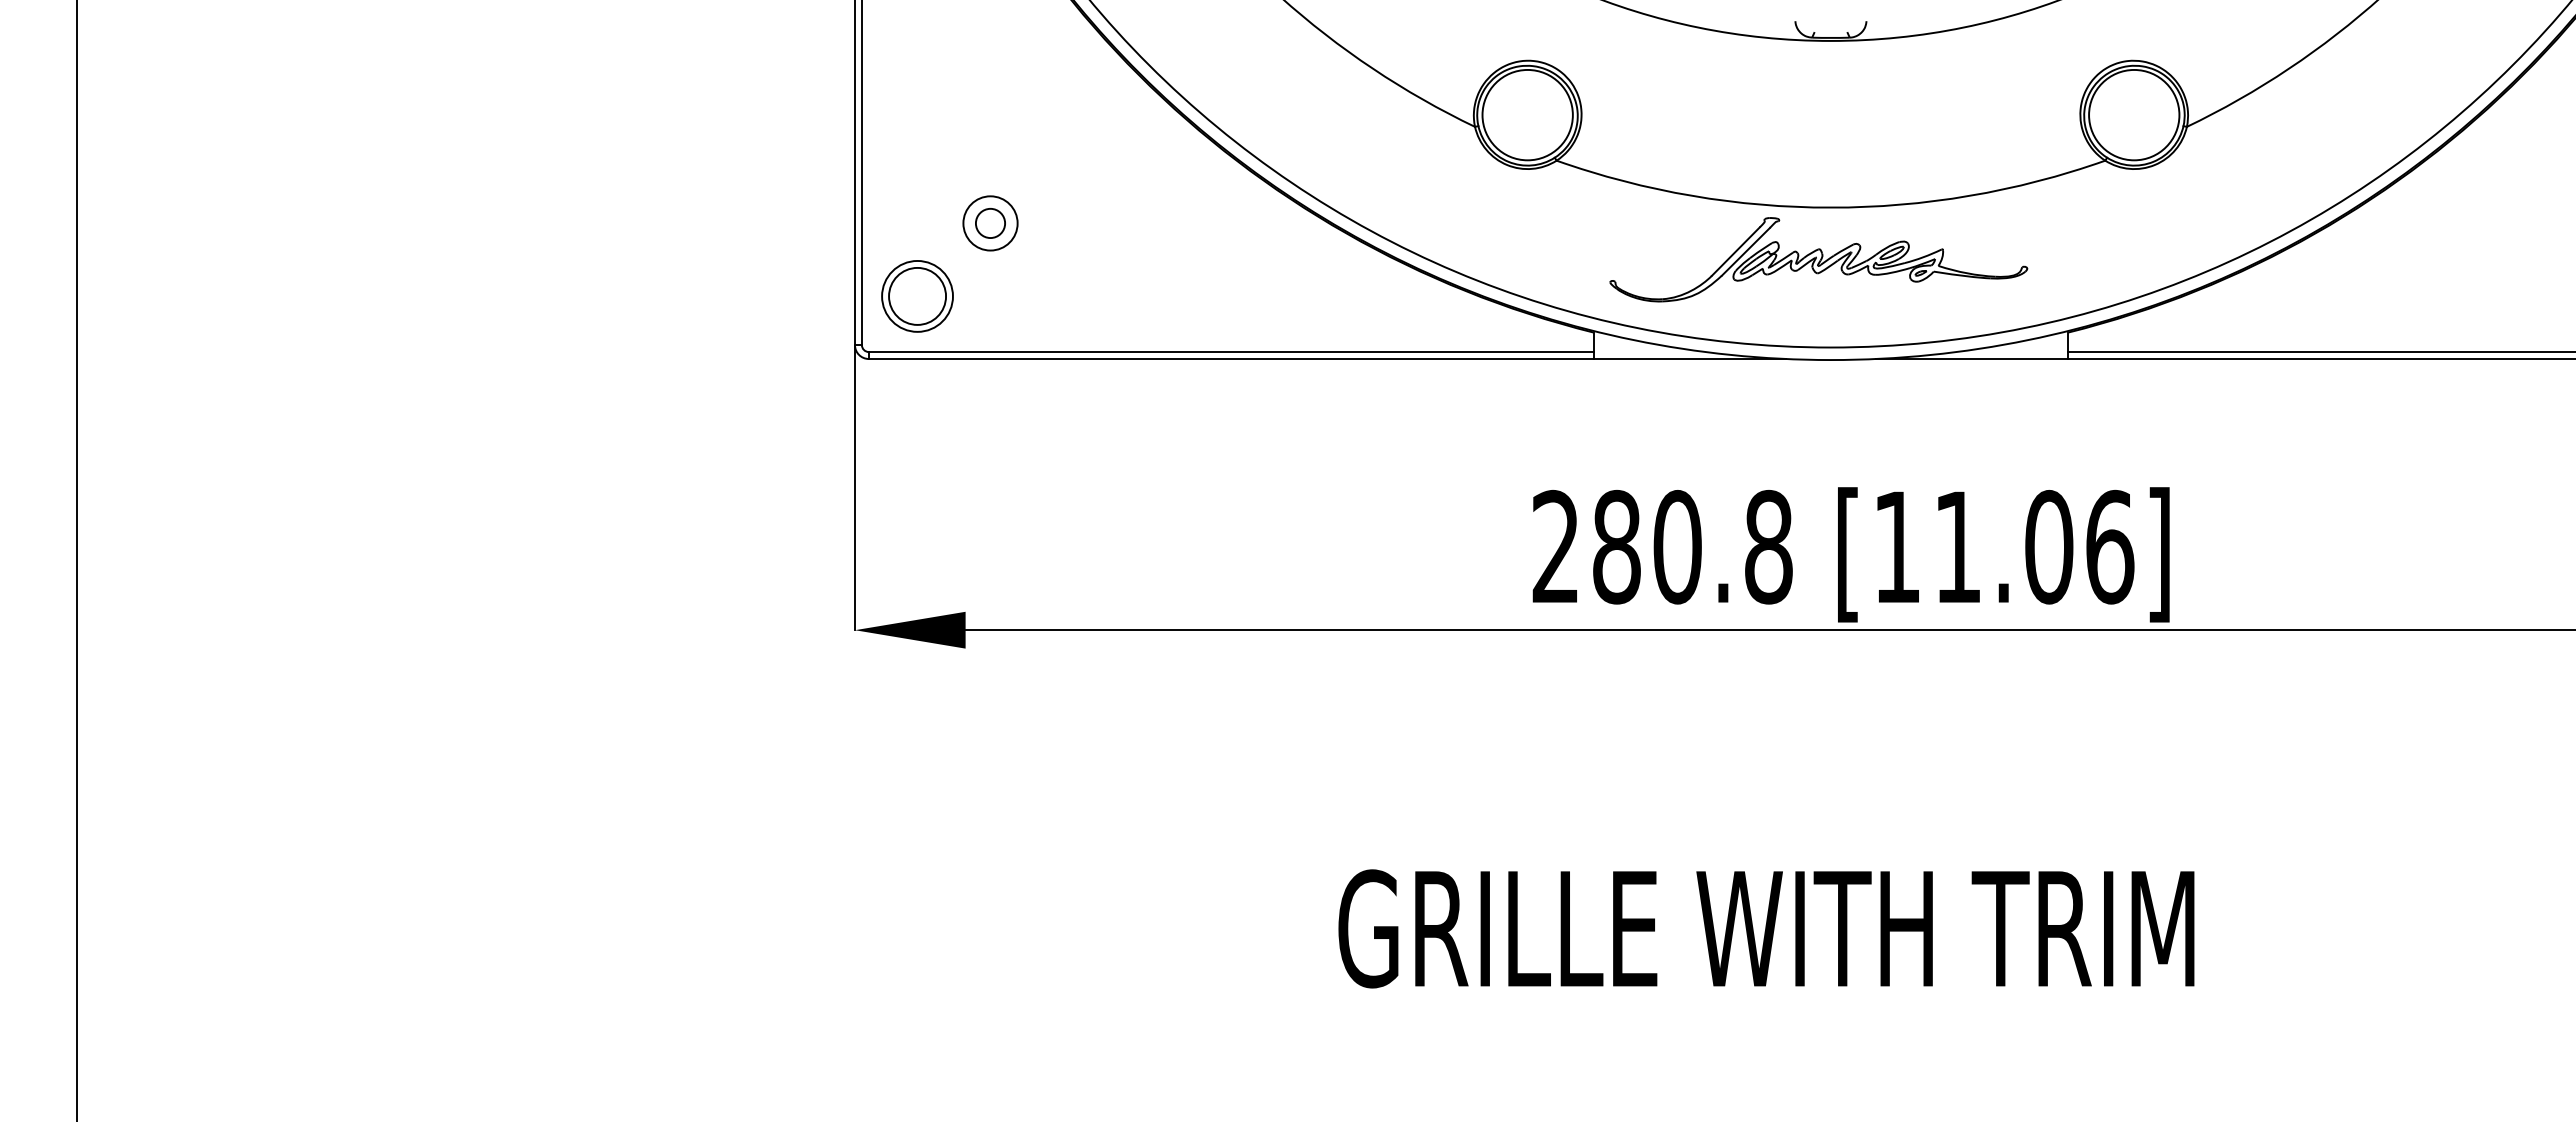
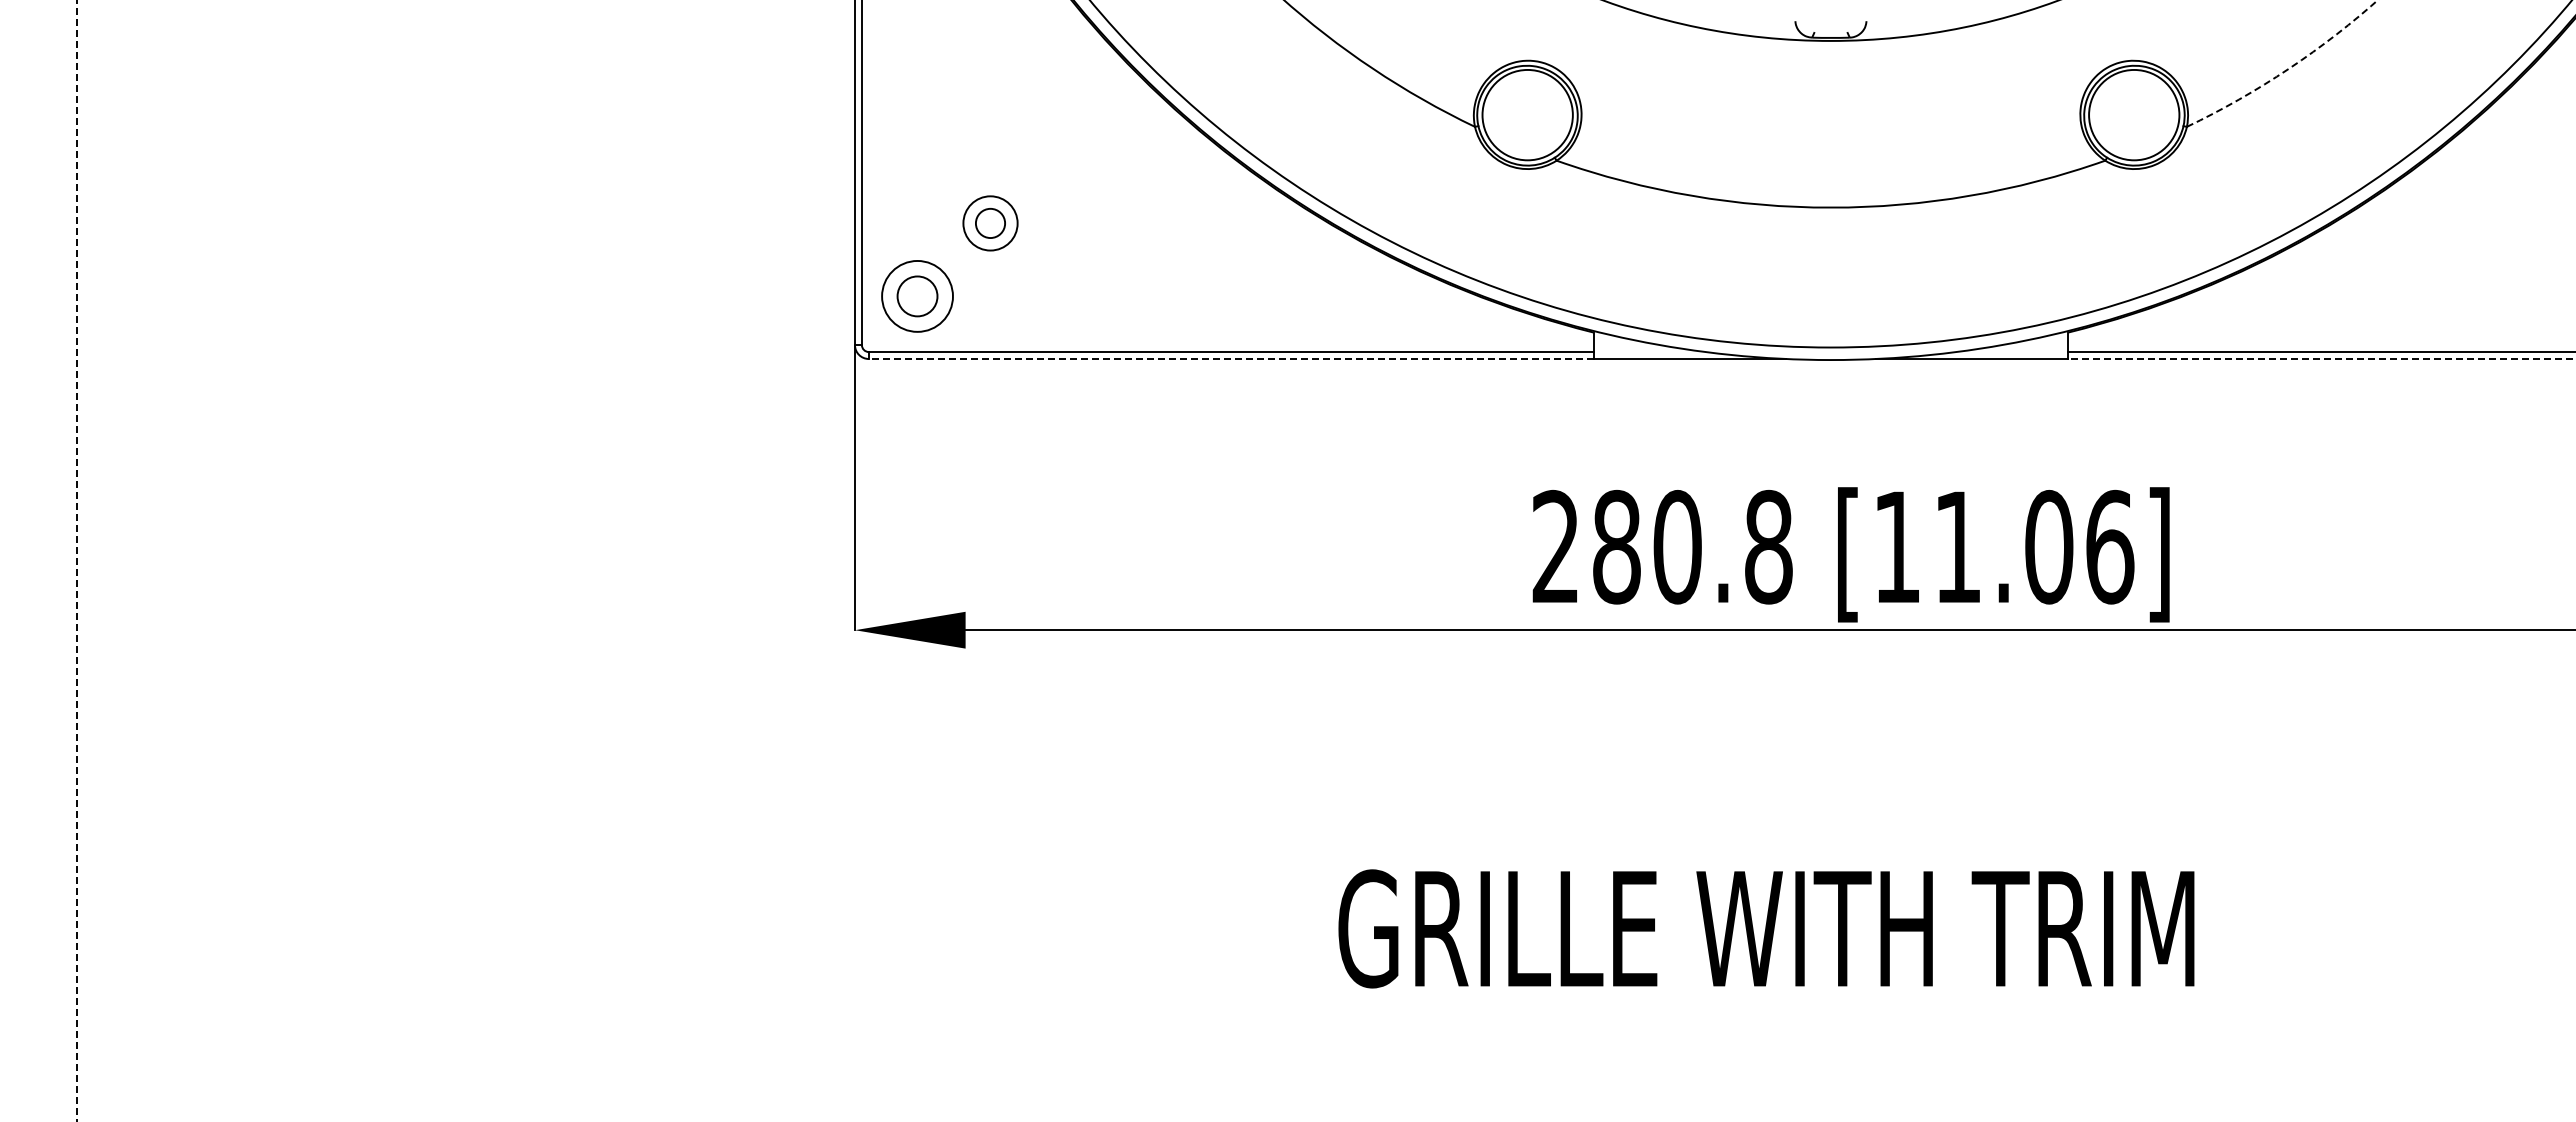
arc at (2287, 69): solid -> dashed
part at (1818, 259): present -> none
circle at (917, 295) diameter: 57 px -> 40 px
line at (1230, 359): solid -> dashed
line at (2321, 359): solid -> dashed
line at (77, 561): solid -> dashed
